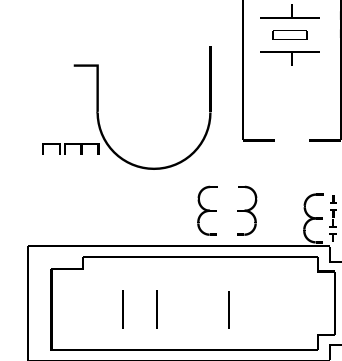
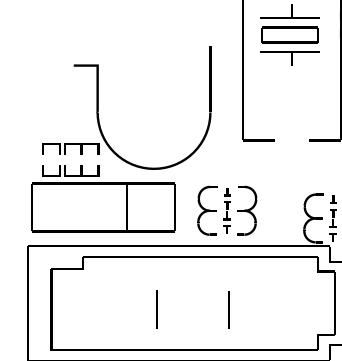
part at (289, 34) size: 36x10 px -> 58x18 px
part at (103, 198): none -> present
part at (226, 210): none -> present
line at (122, 309): present -> none
